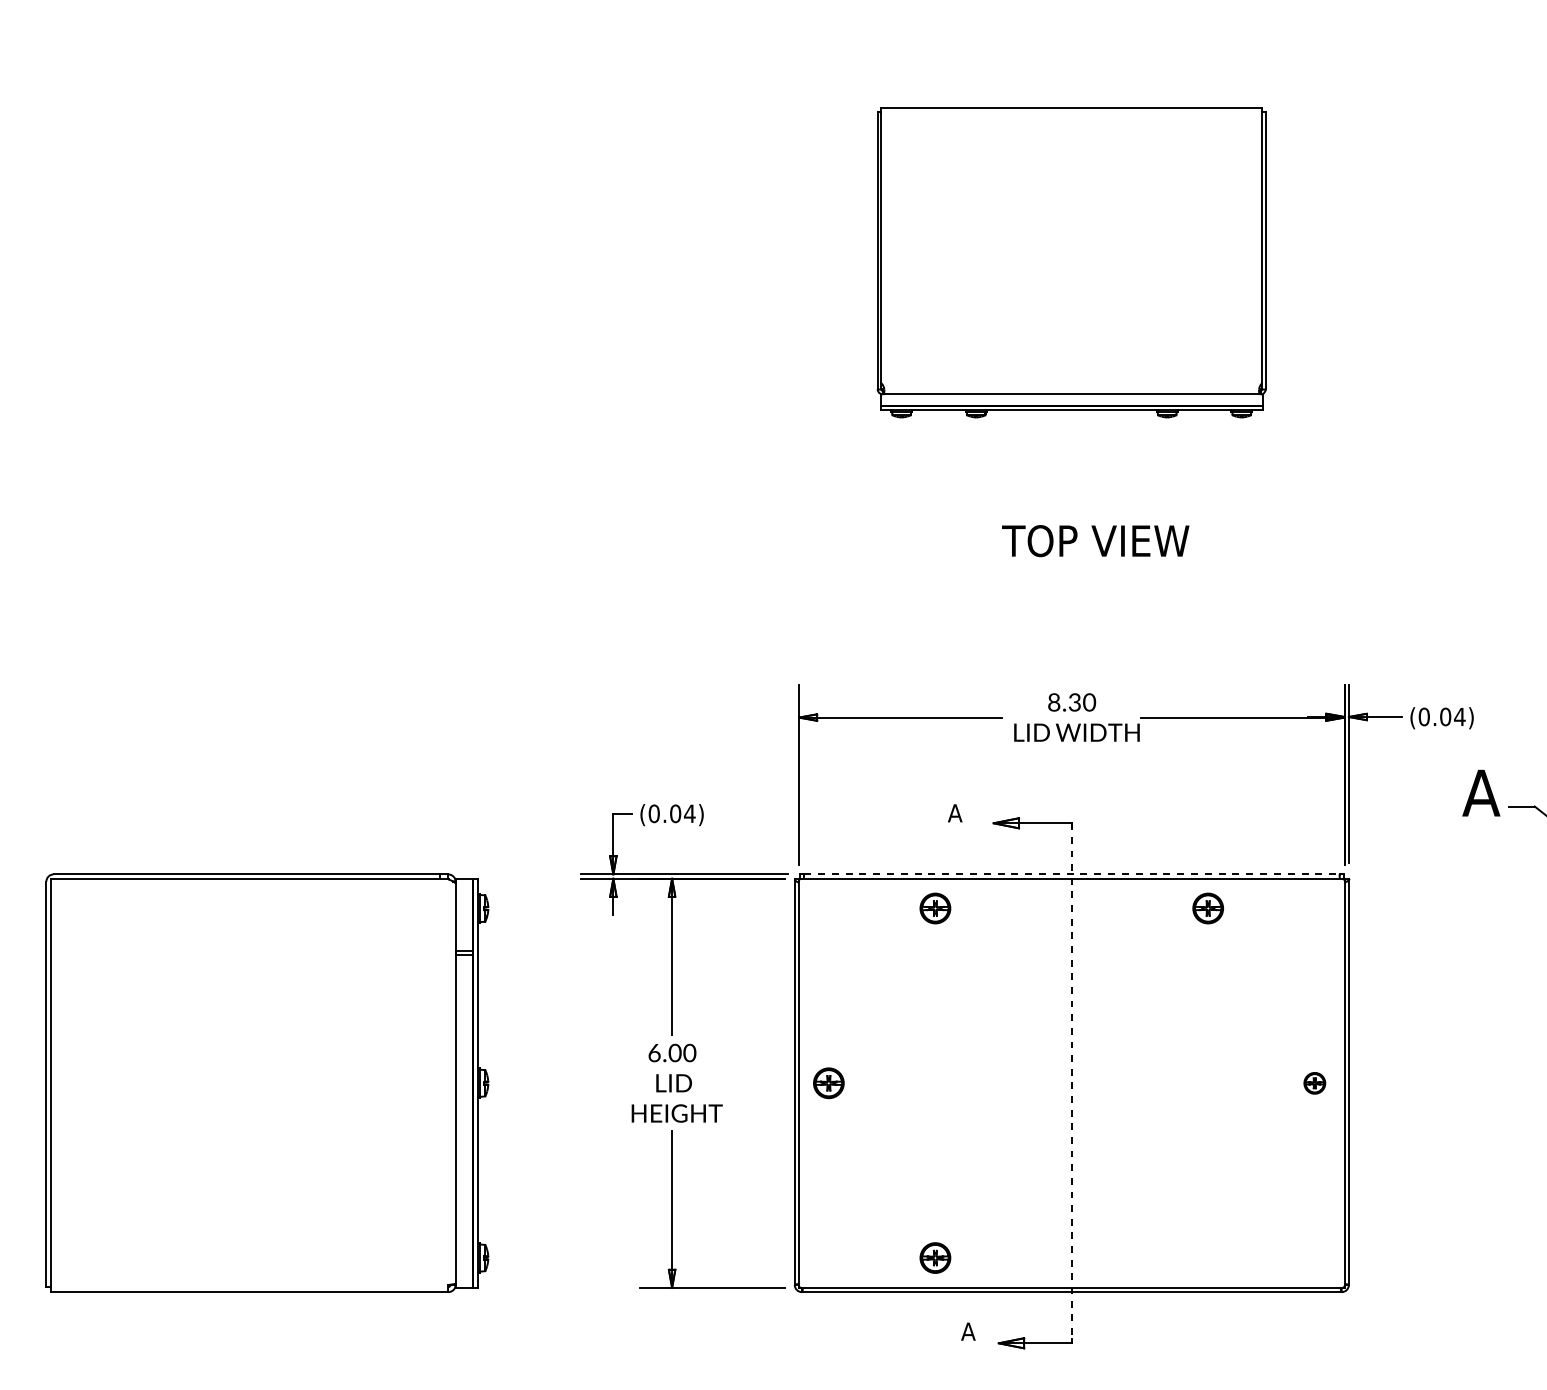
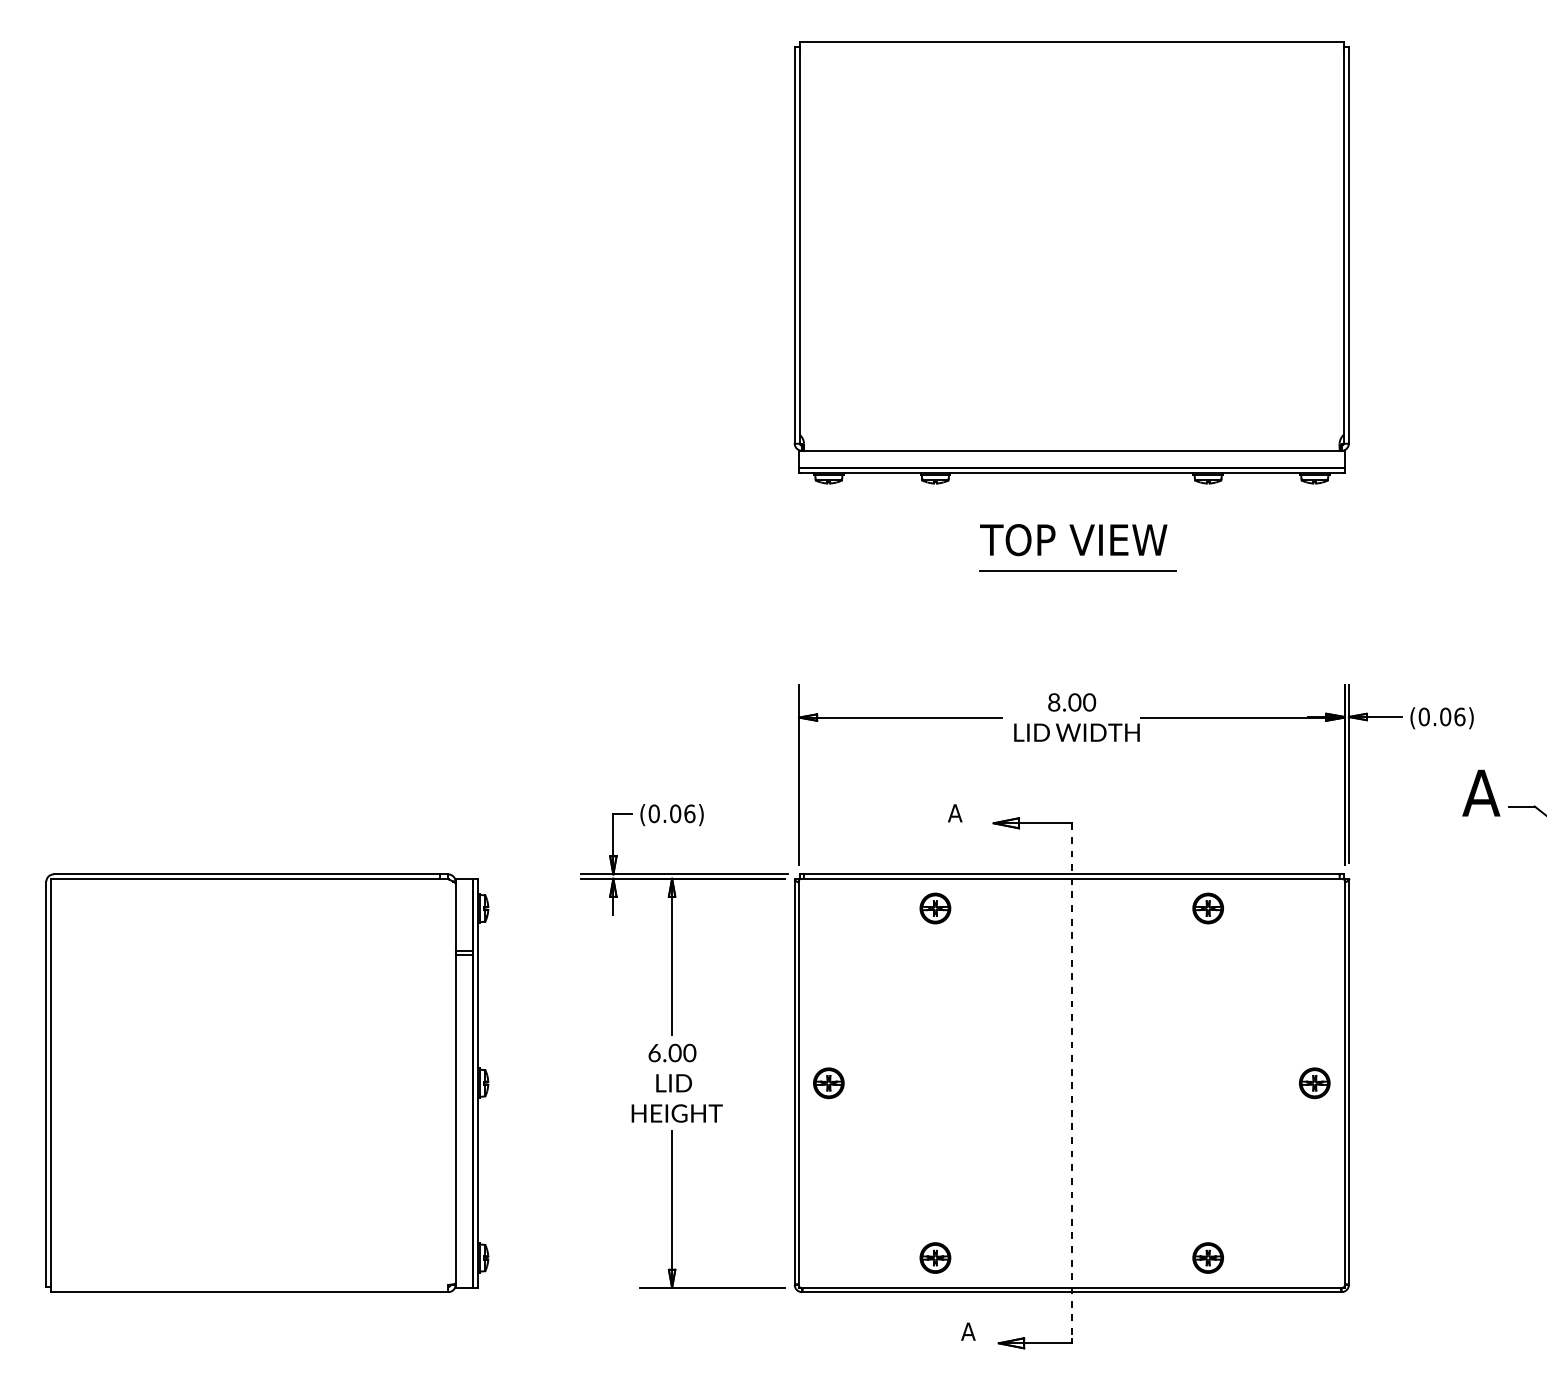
part at (1071, 262) size: 391x312 px -> 557x444 px
text at (1095, 541) position: (1095, 541) -> (1073, 540)
line at (1078, 570): none -> present
text at (1074, 702): 8.30 -> 8.00
text at (1459, 716): (0.04) -> (0.06)
text at (689, 813): (0.04) -> (0.06)
line at (1071, 874): dashed -> solid
part at (1314, 1083) size: 24x23 px -> 32x33 px
part at (1207, 1257): none -> present
